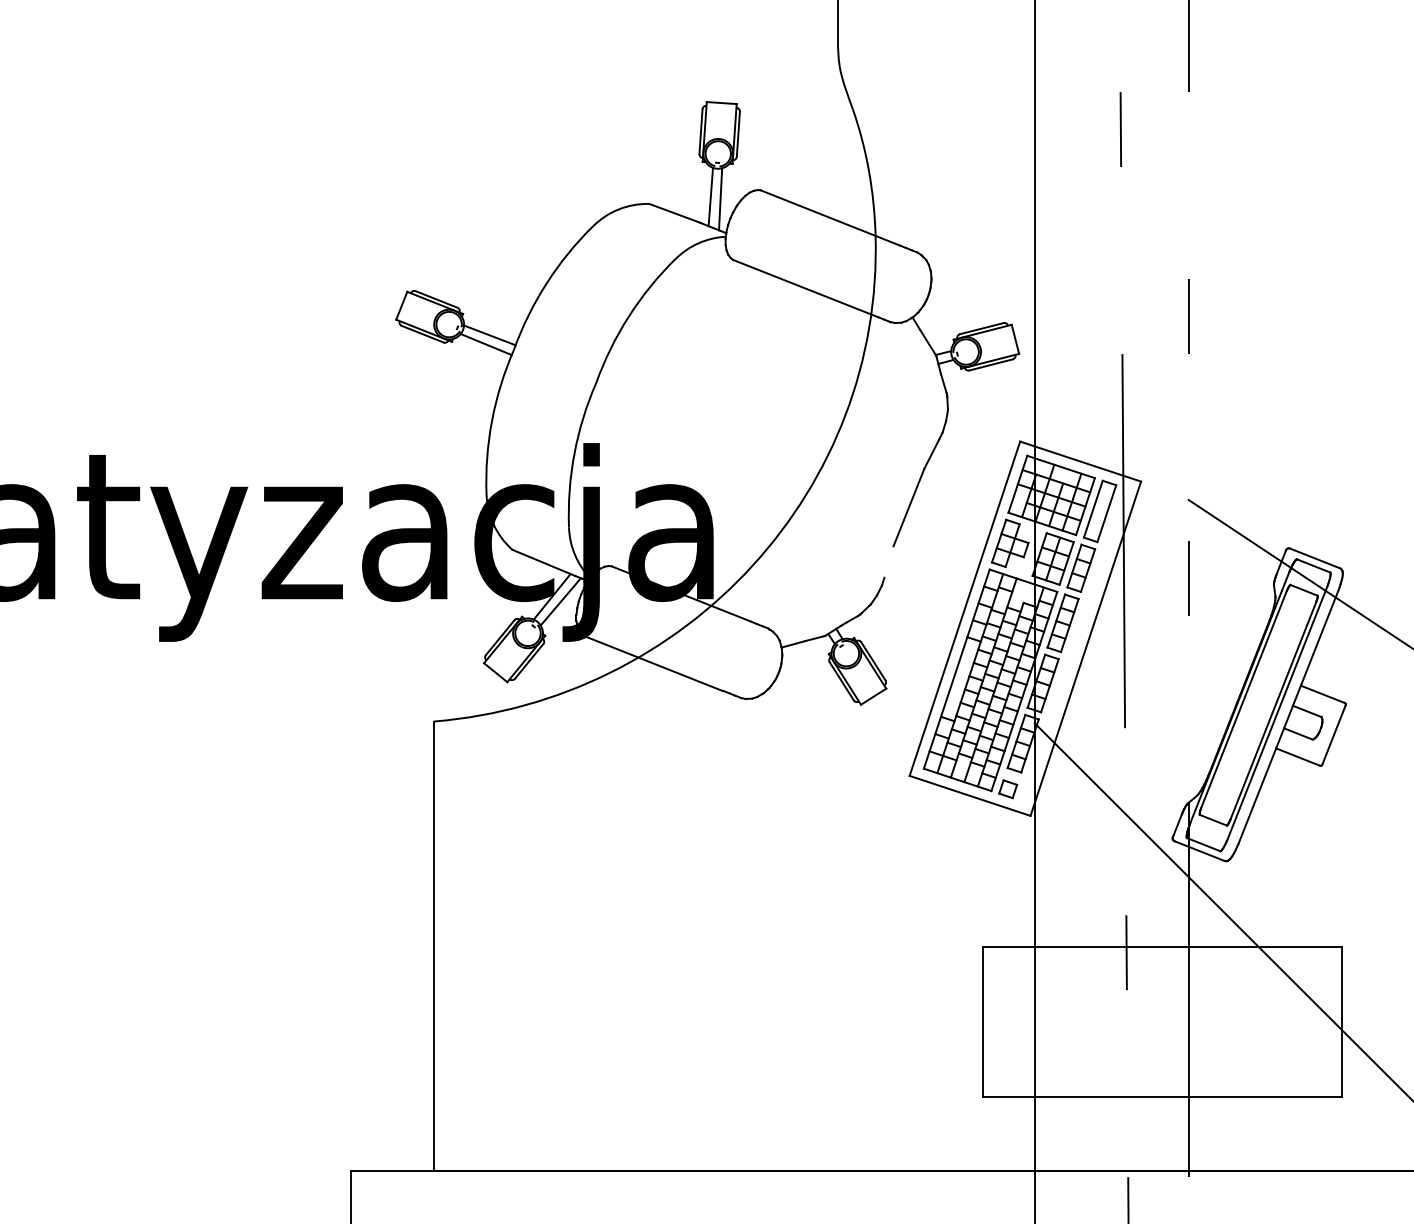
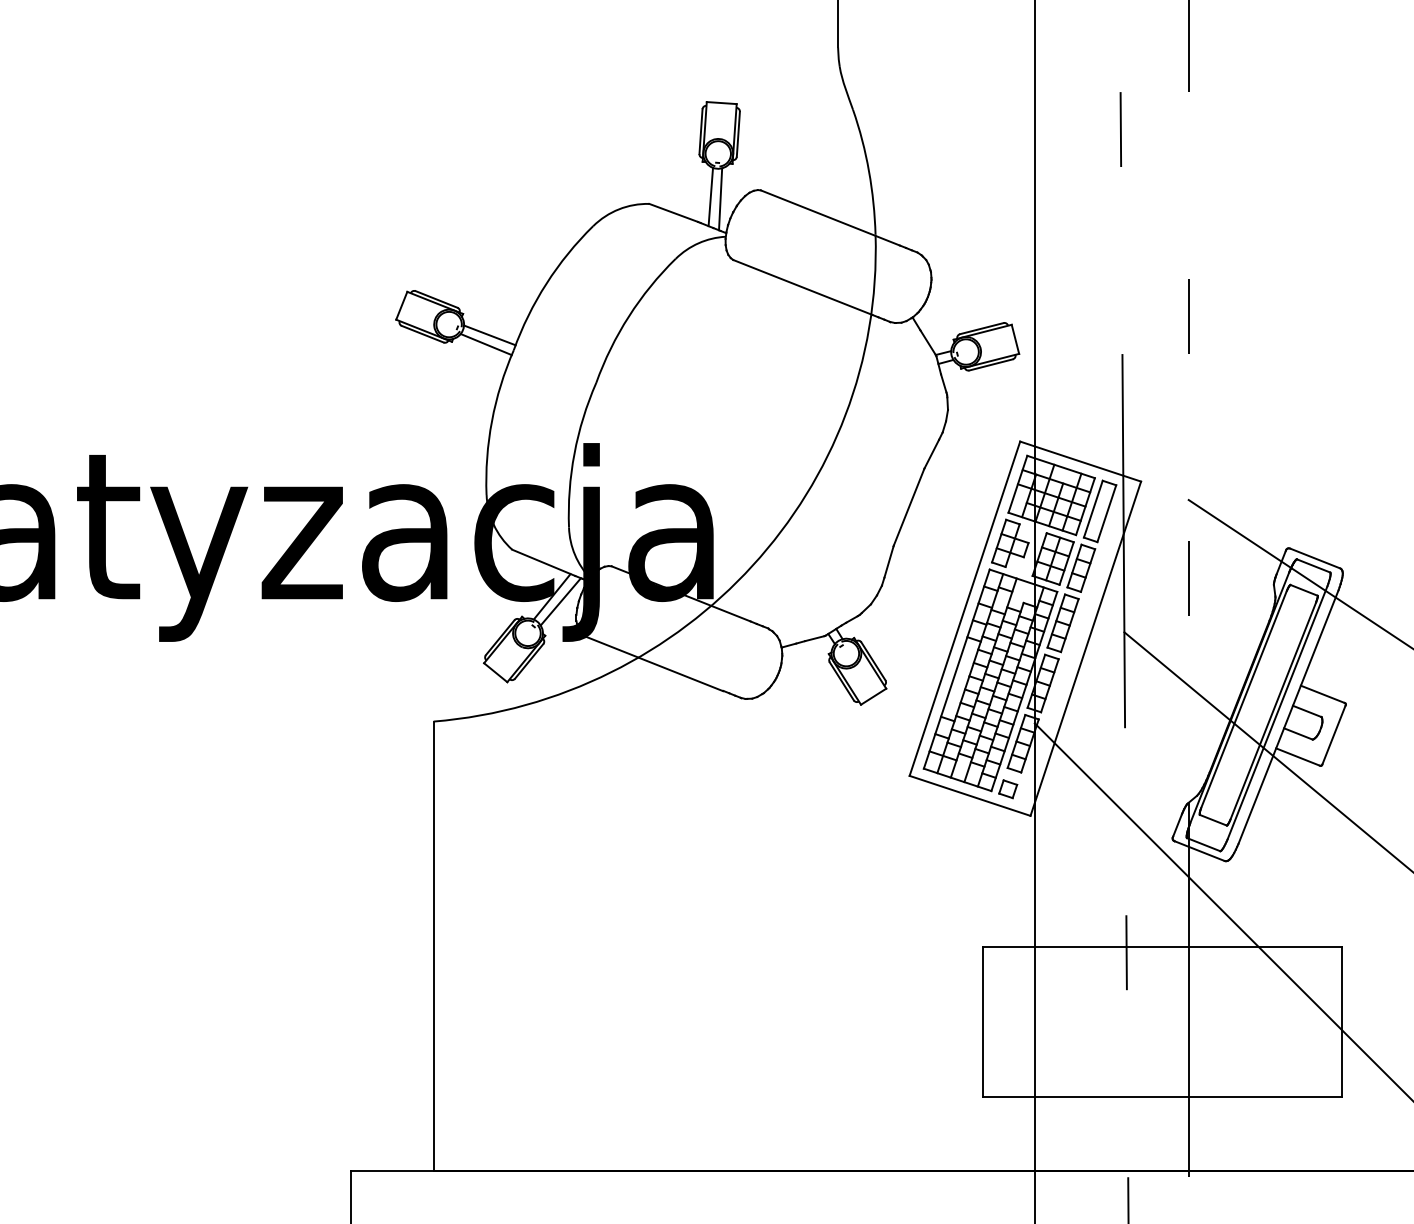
line at (888, 561): none -> present
line at (1267, 751): none -> present
